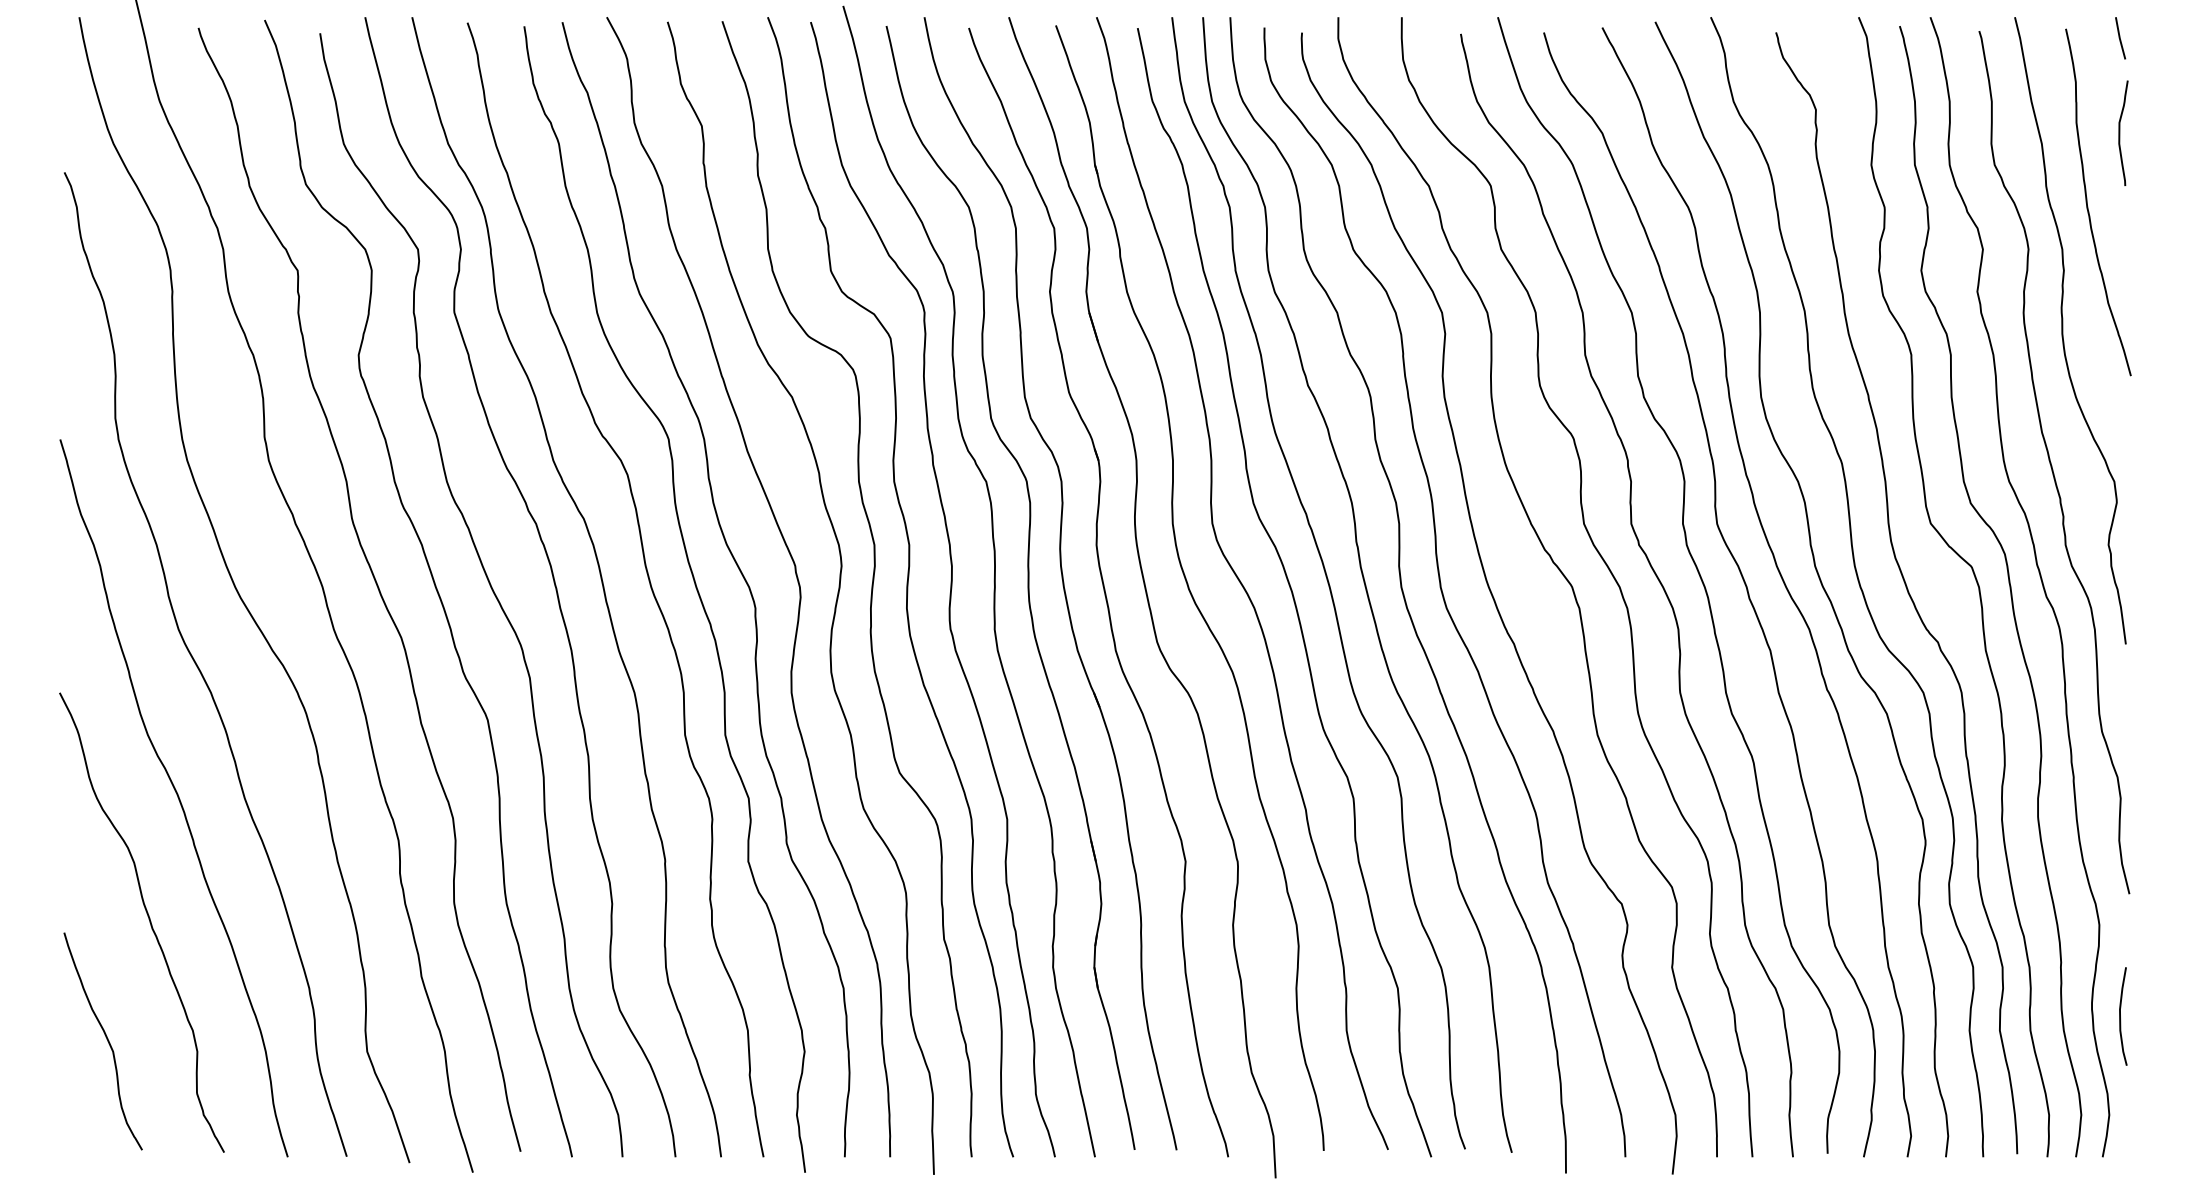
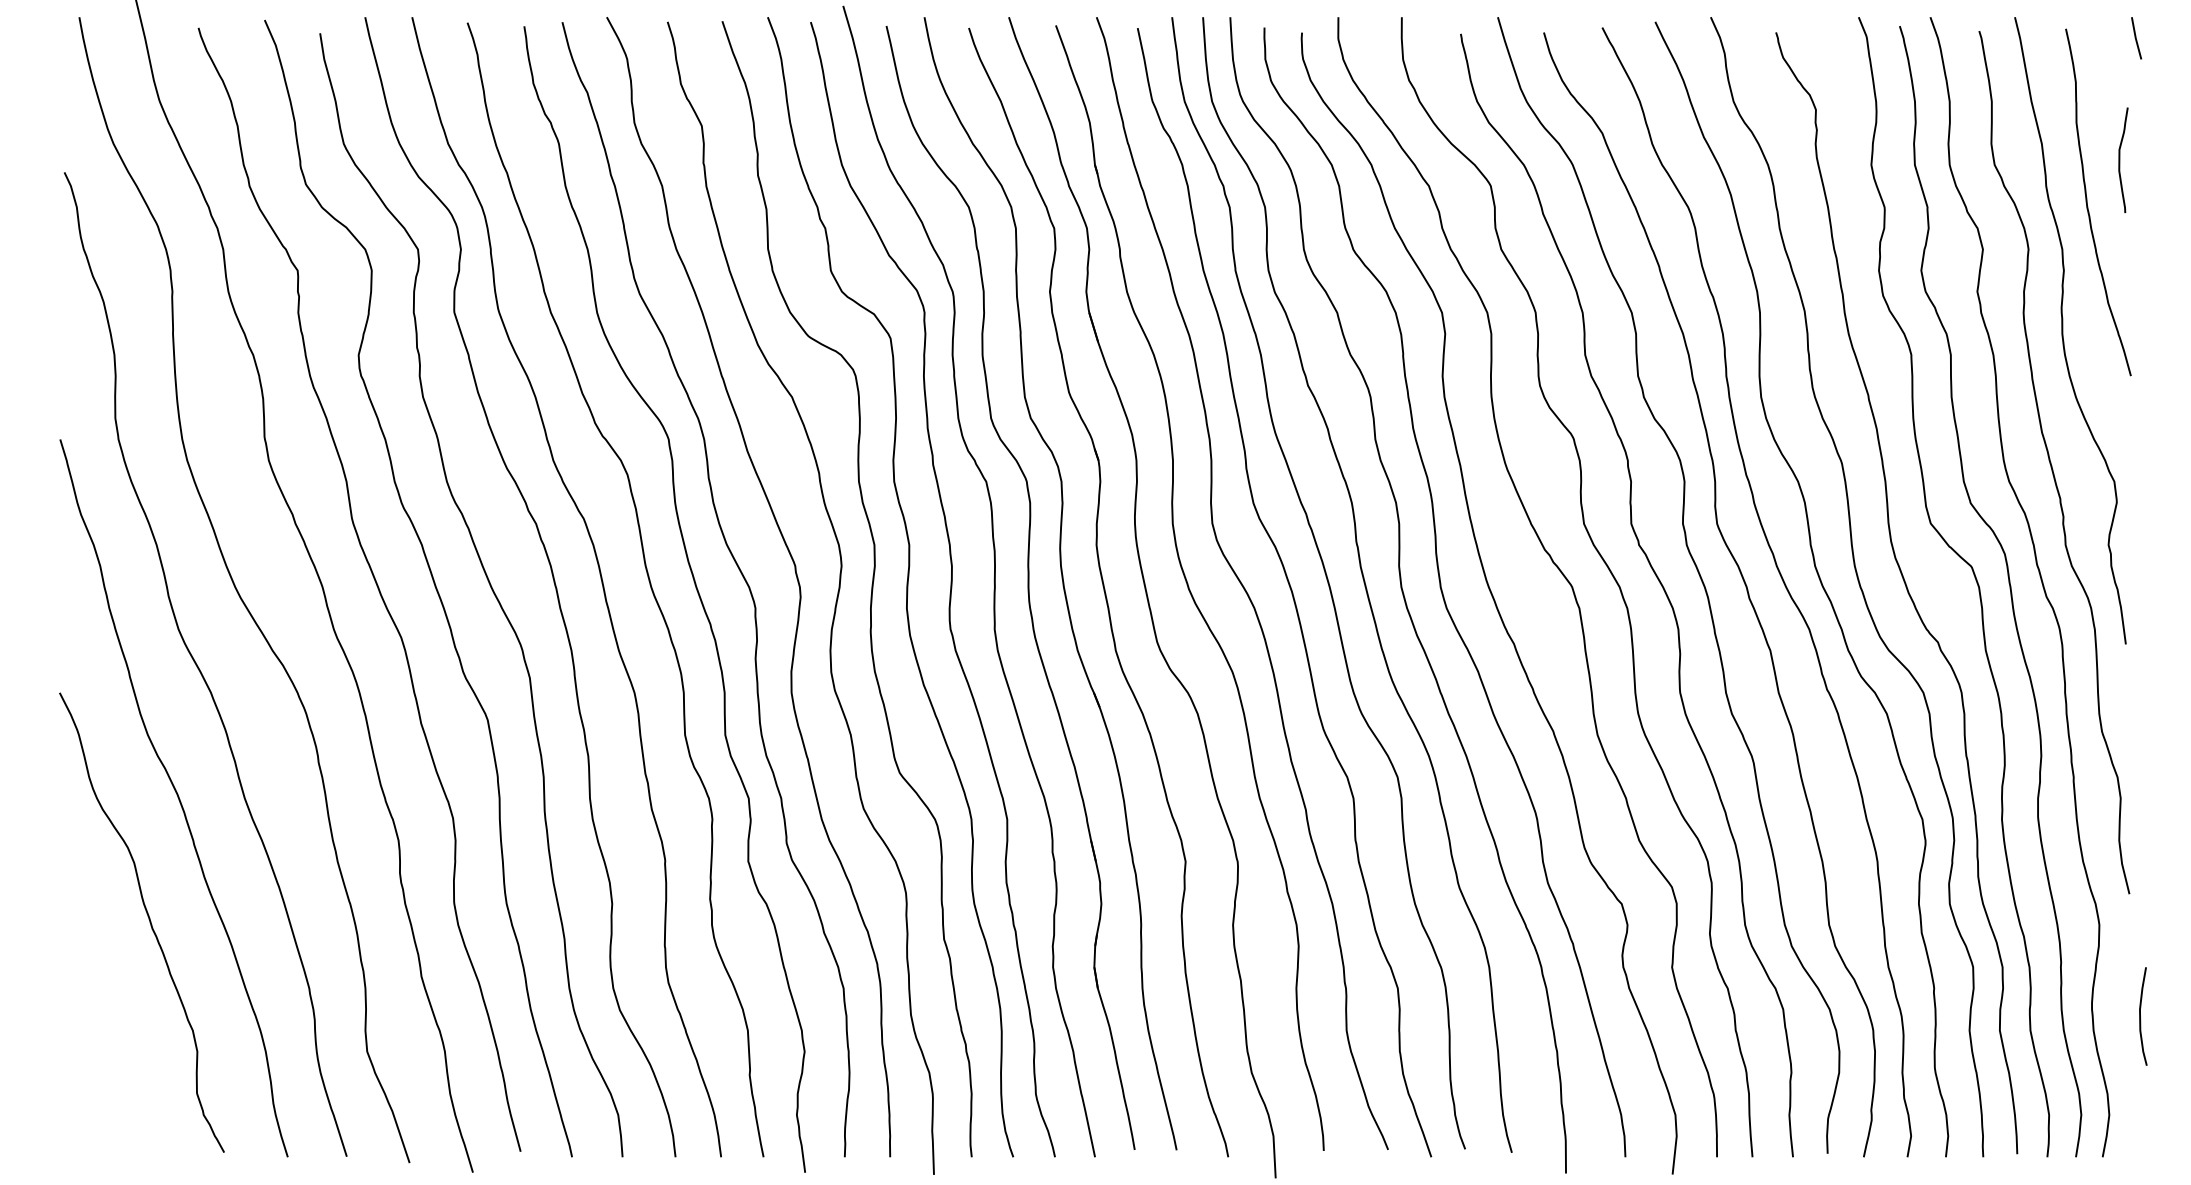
line at (2120, 38) position: (2120, 38) -> (2136, 38)
curve at (2120, 132) position: (2120, 132) -> (2120, 159)
curve at (2120, 1016) position: (2120, 1016) -> (2140, 1016)
curve at (106, 1039): present -> none
